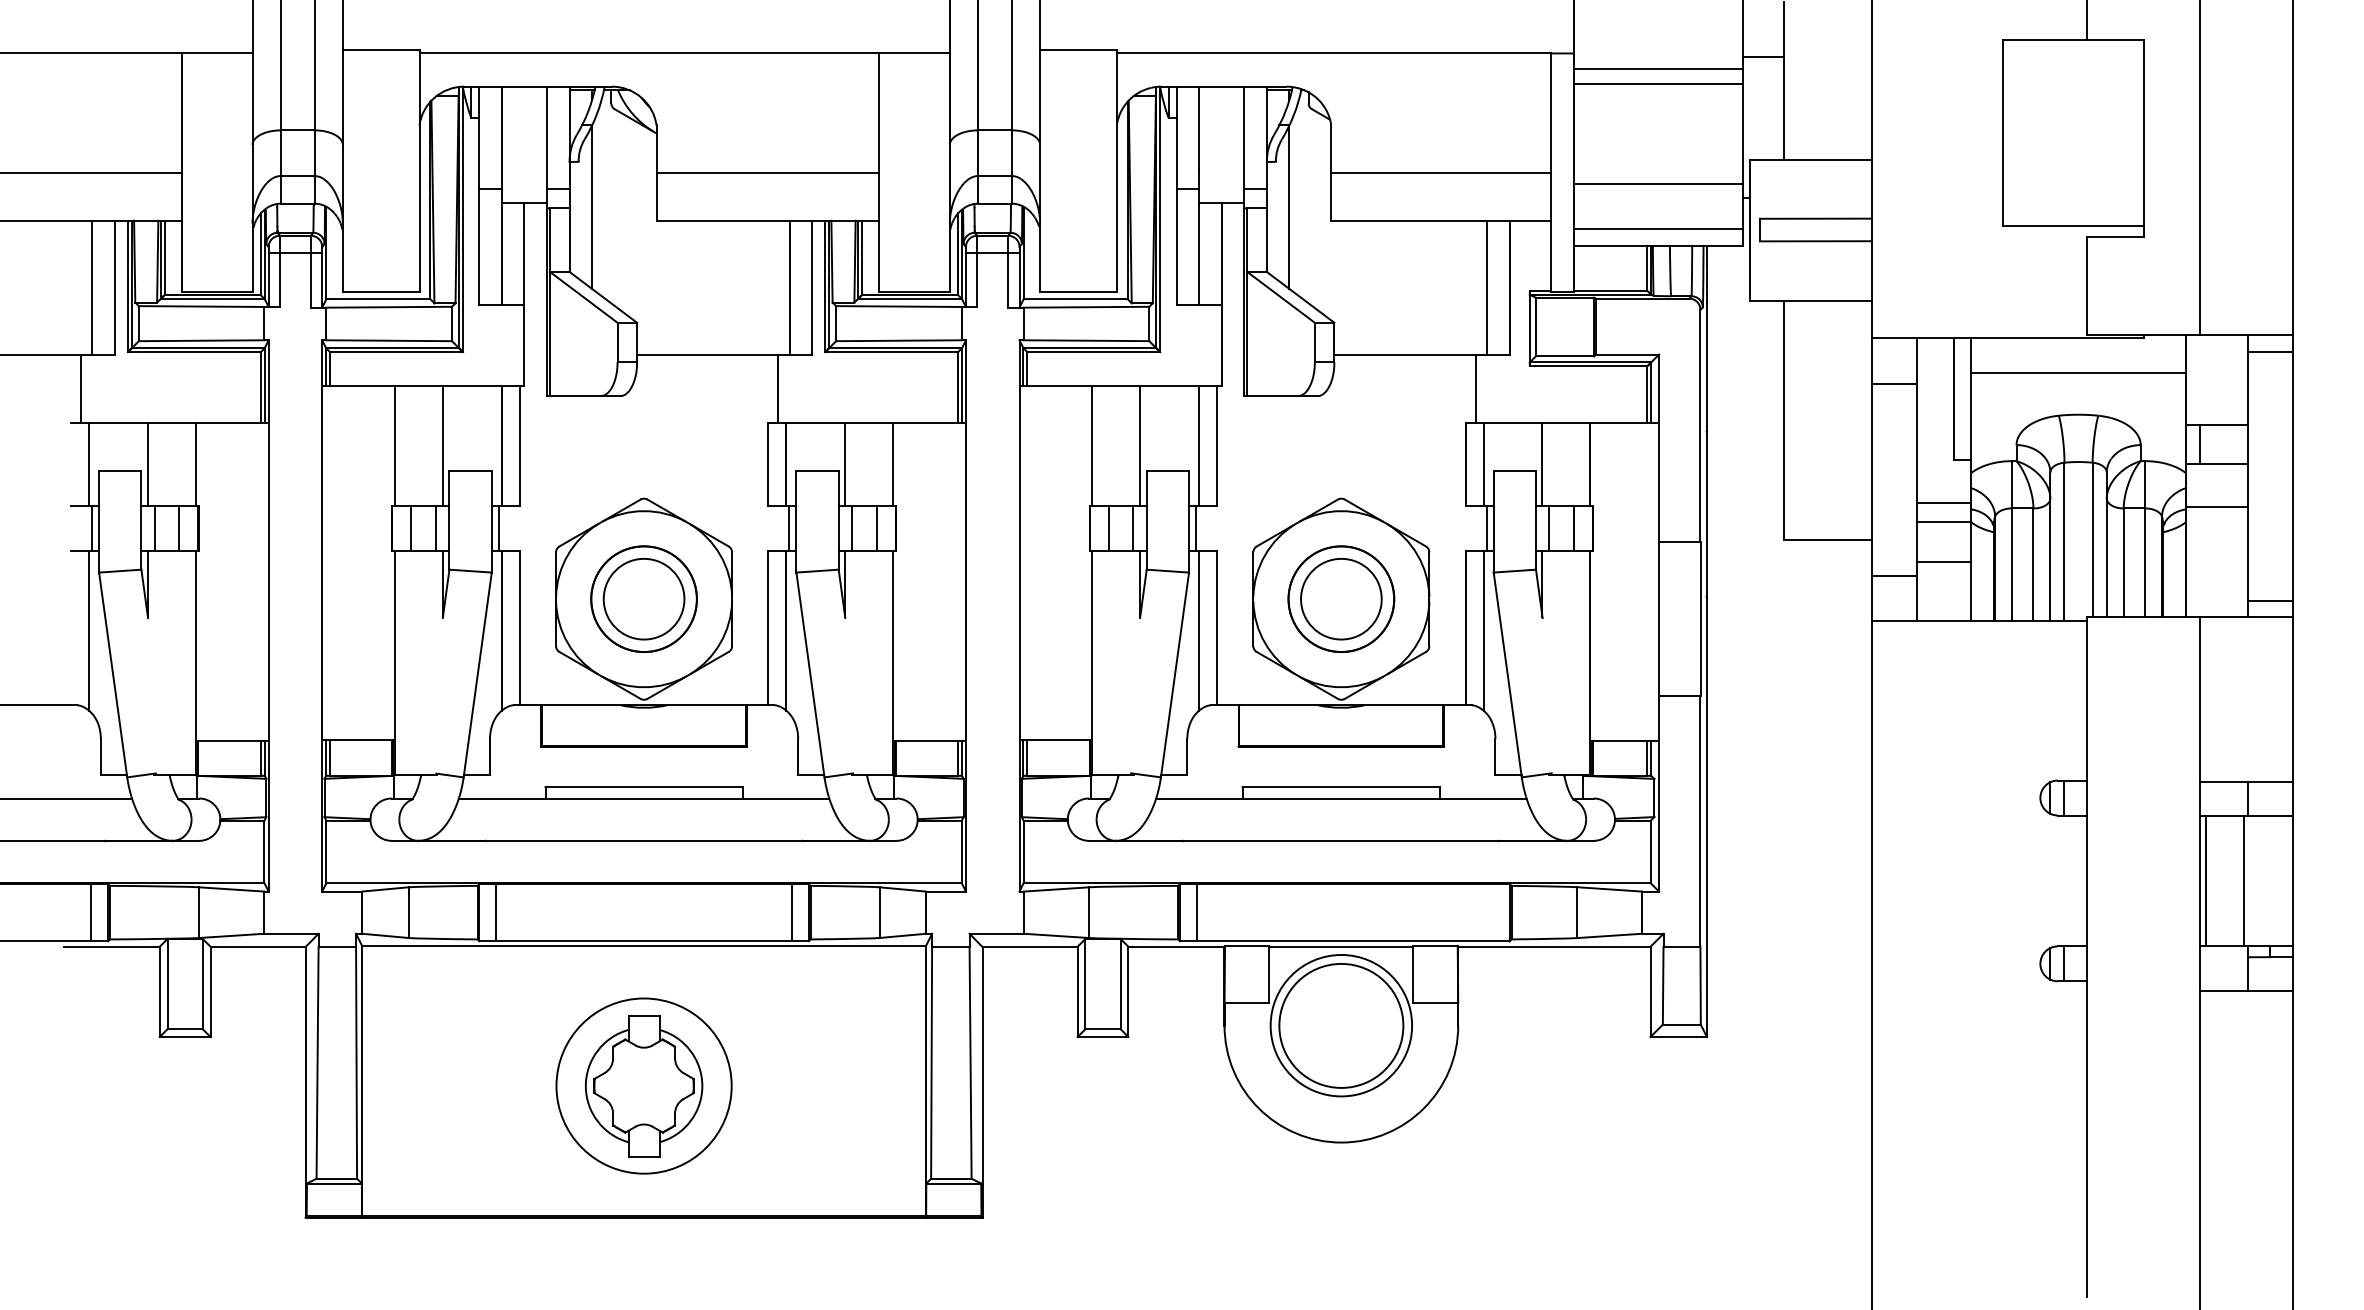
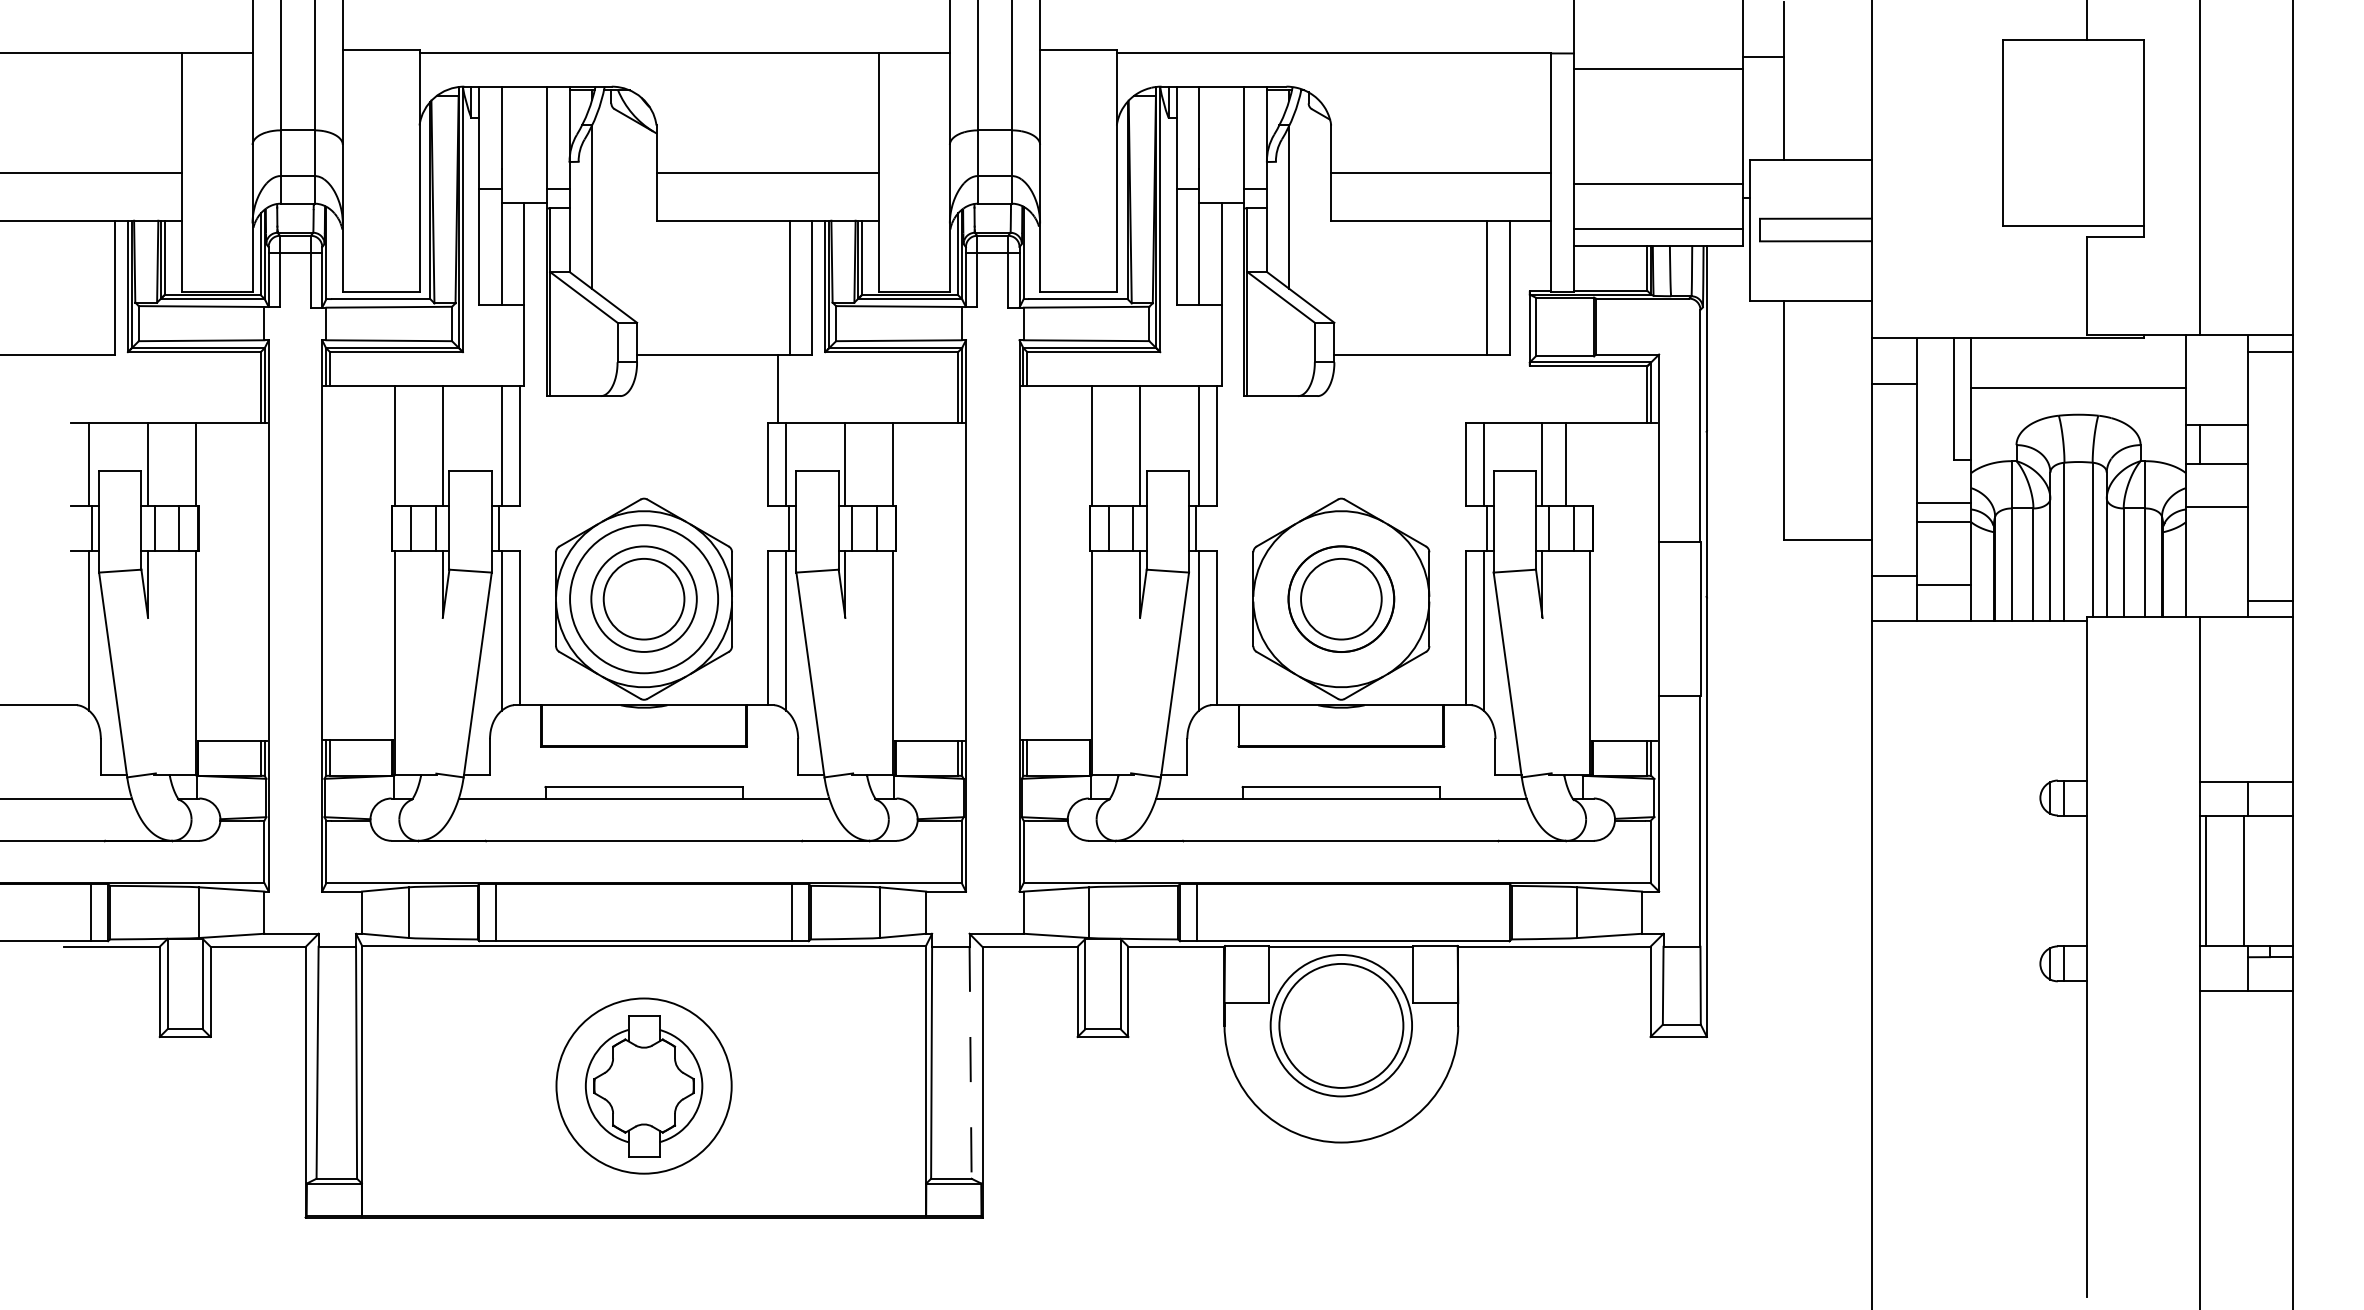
line at (1658, 83): present -> none
line at (92, 287): present -> none
line at (2078, 373) position: (2078, 373) -> (2078, 388)
line at (81, 389): present -> none
line at (1475, 389): present -> none
line at (1590, 464) position: (1590, 464) -> (1566, 464)
line at (1943, 561) position: (1943, 561) -> (1943, 584)
circle at (643, 599) diameter: 106 px -> 148 px
line at (970, 1063): solid -> dashed
